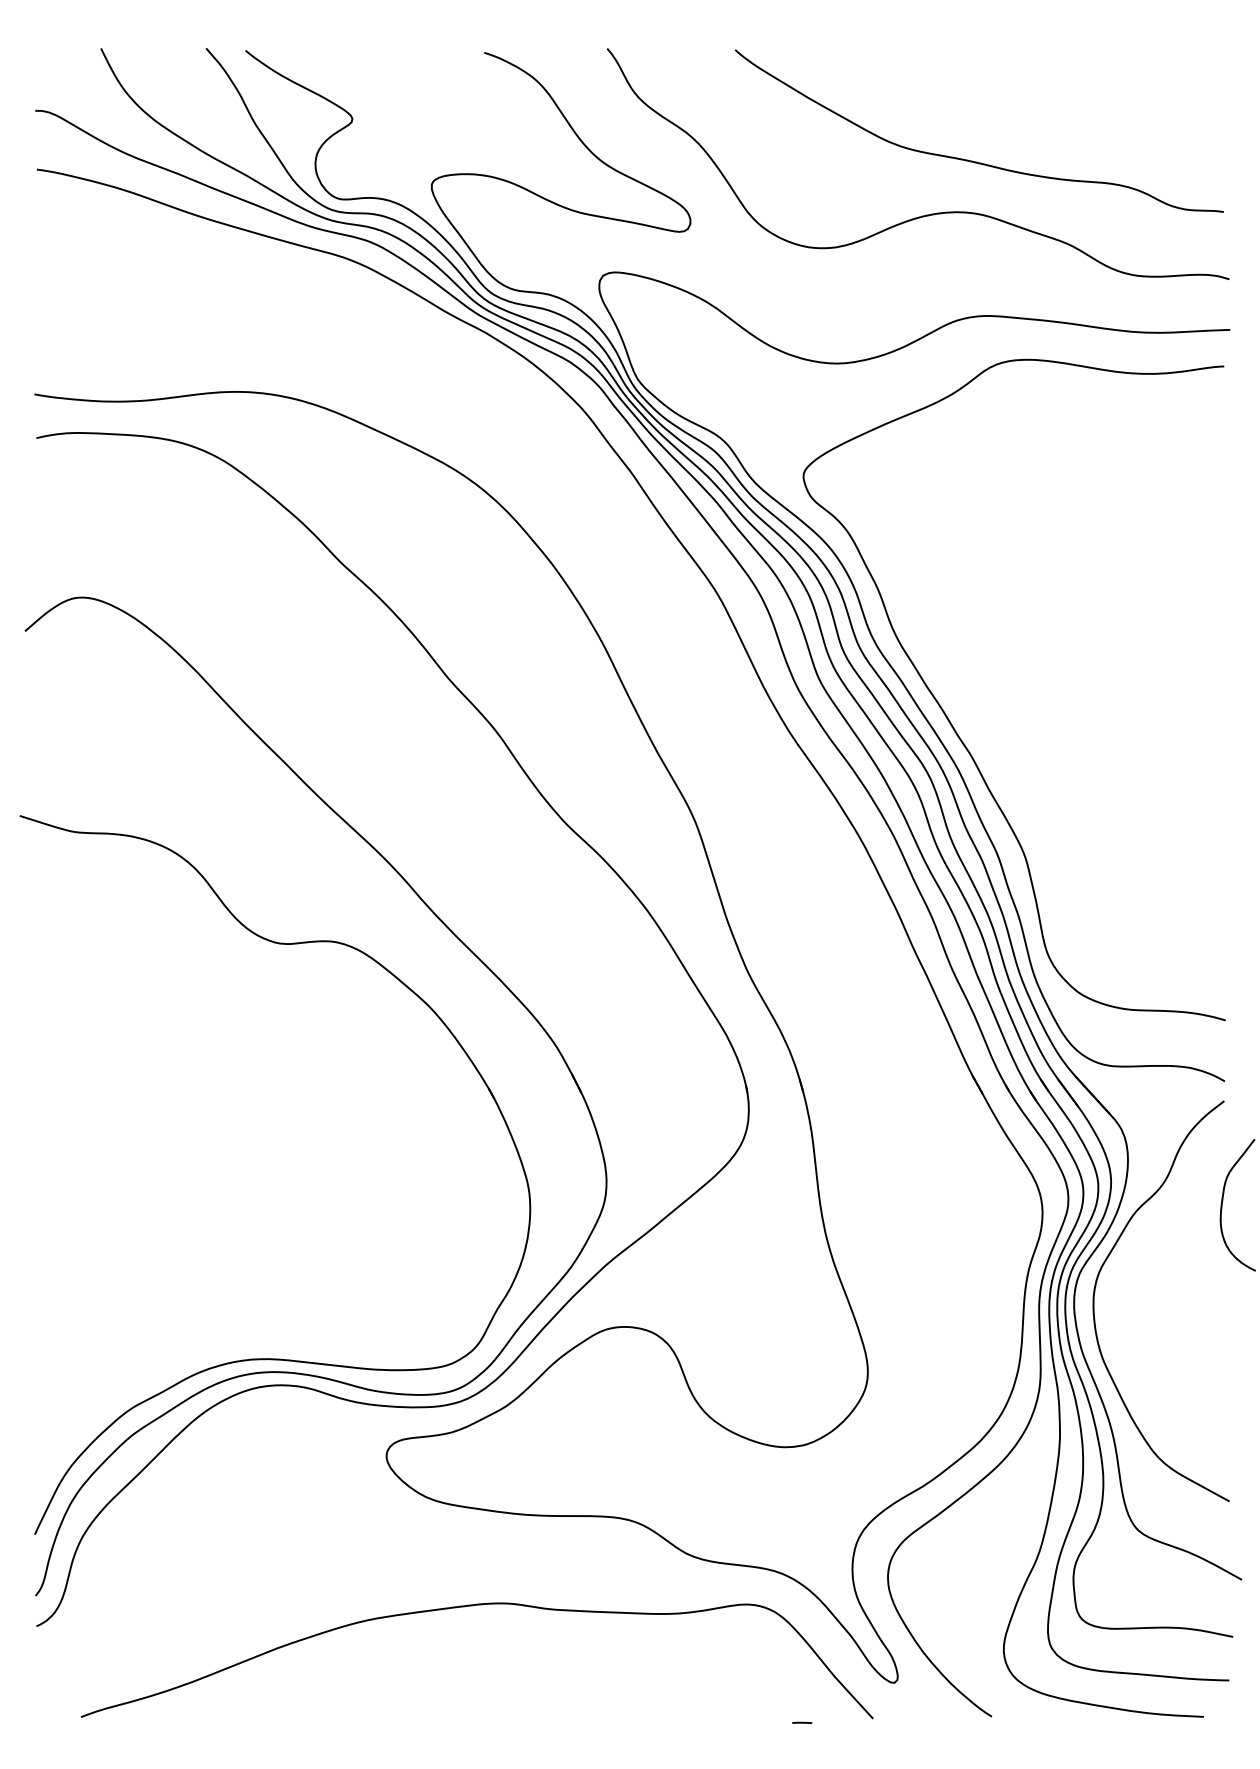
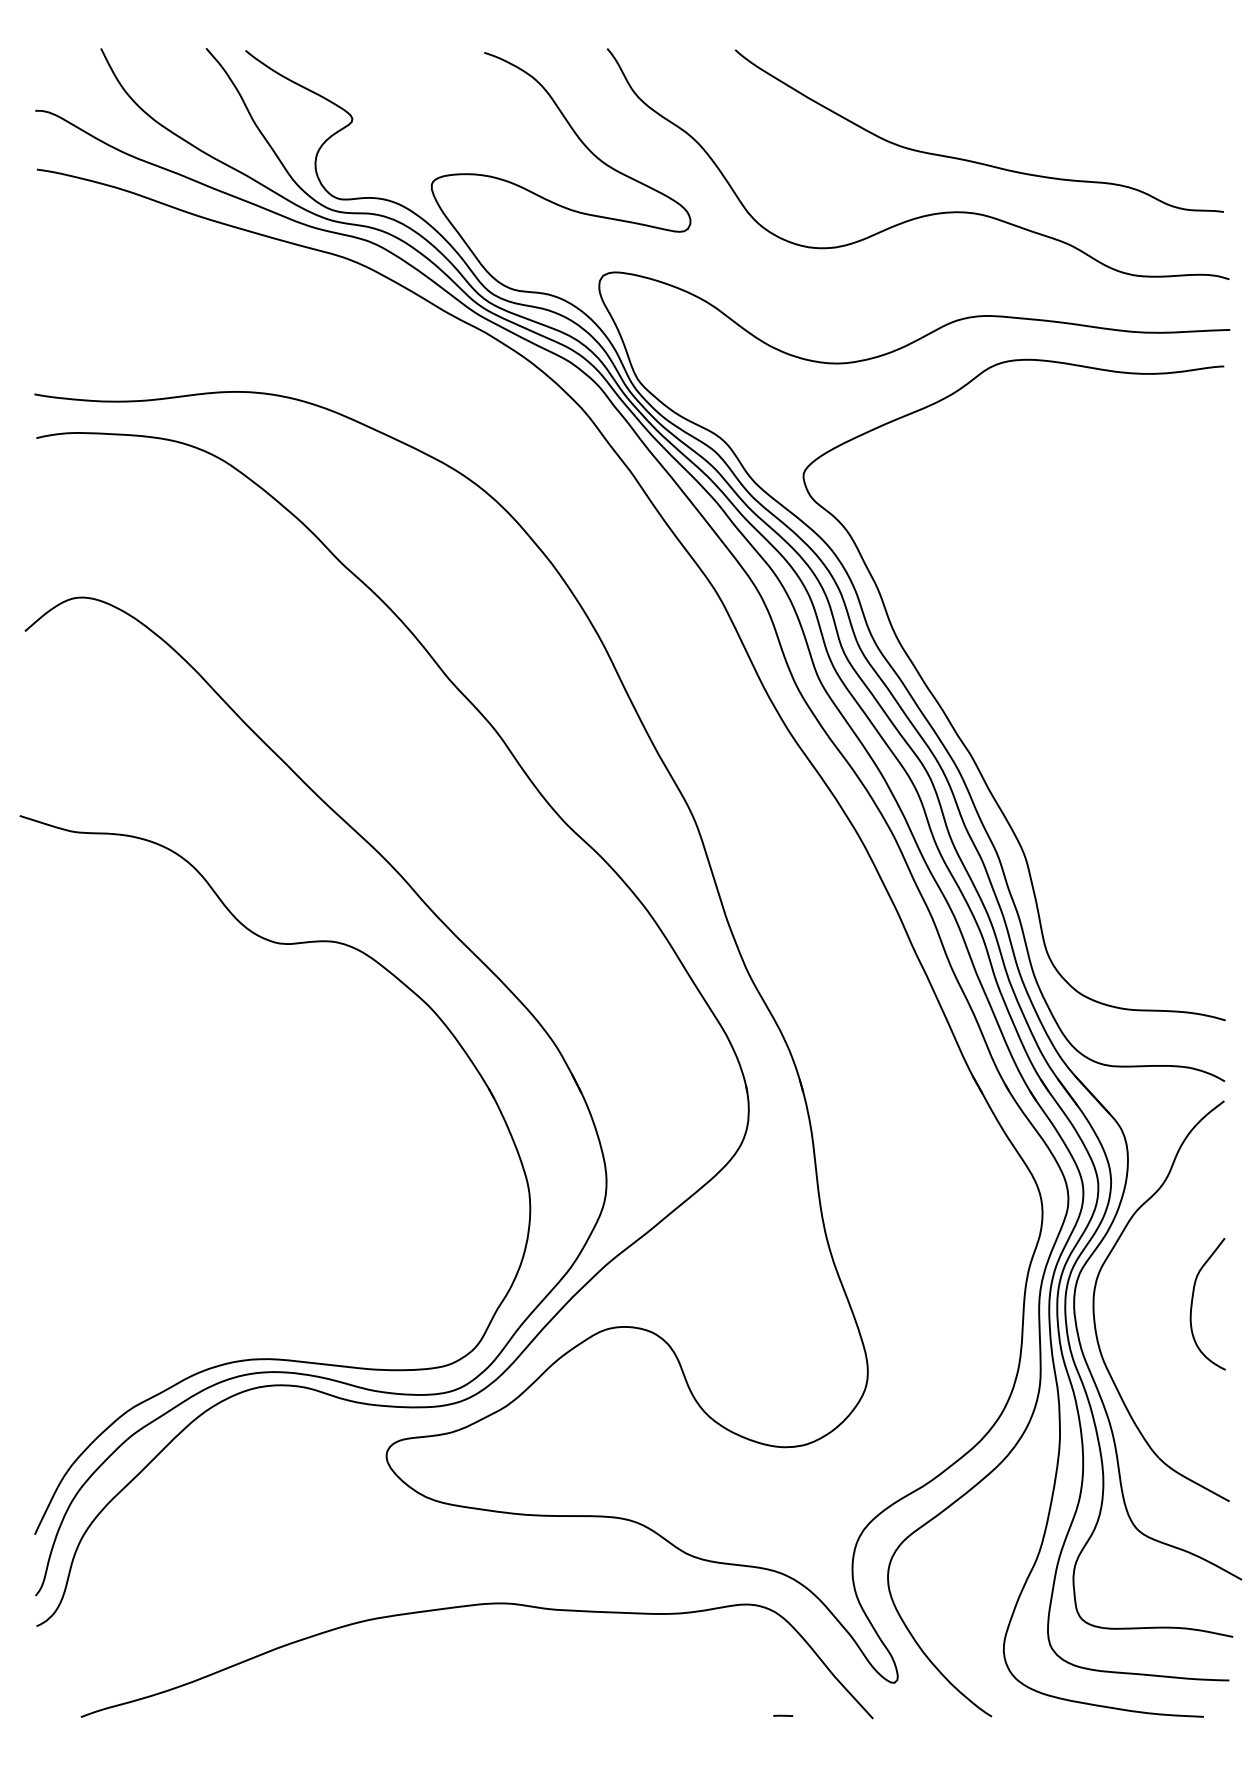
curve at (1223, 1200) position: (1223, 1200) -> (1193, 1299)
line at (802, 1722) position: (802, 1722) -> (783, 1715)
